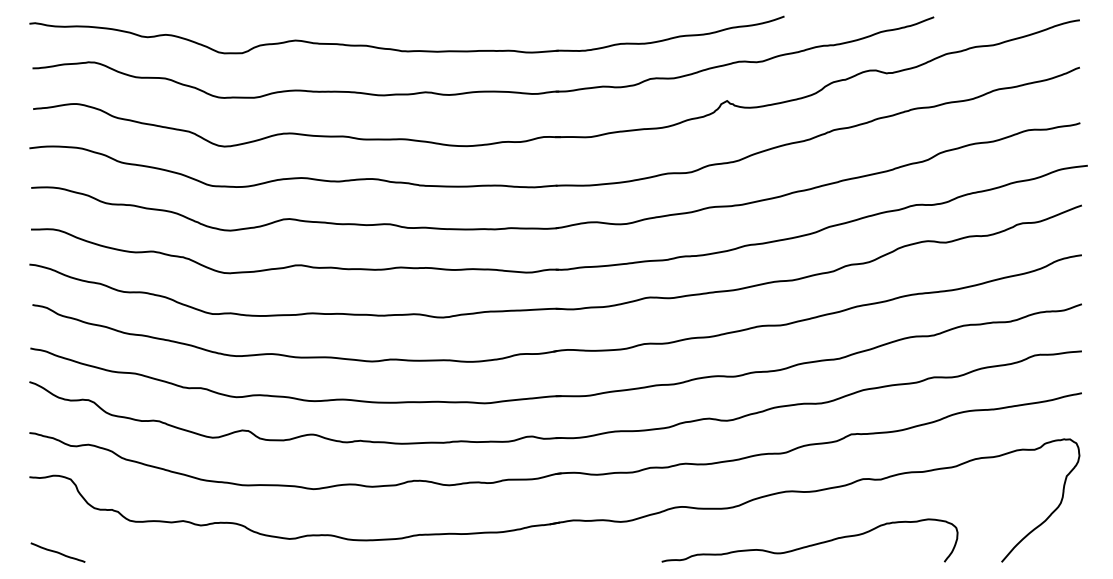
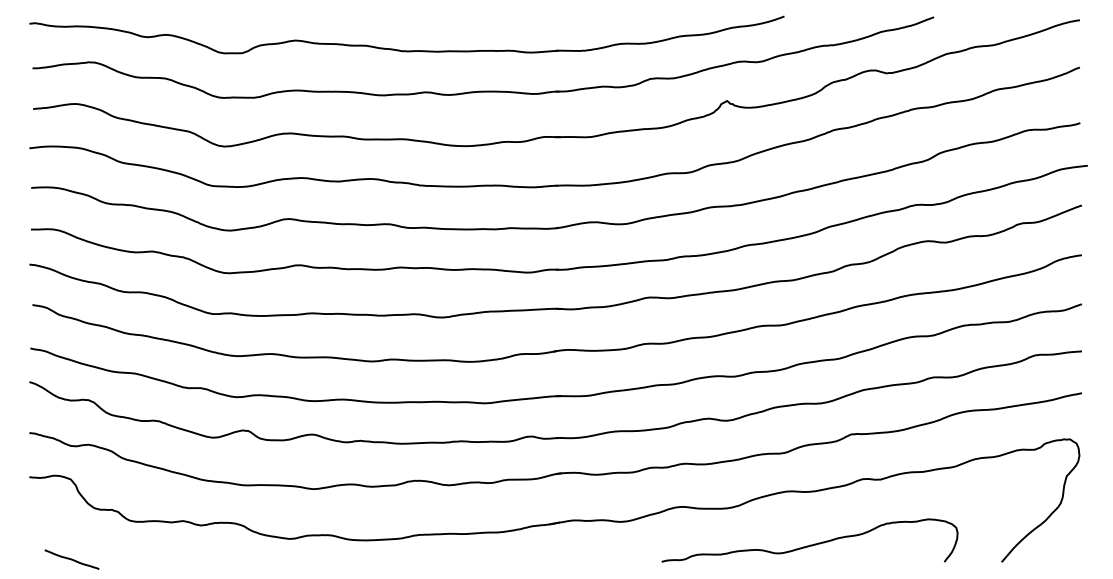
line at (57, 552) position: (57, 552) -> (71, 559)
